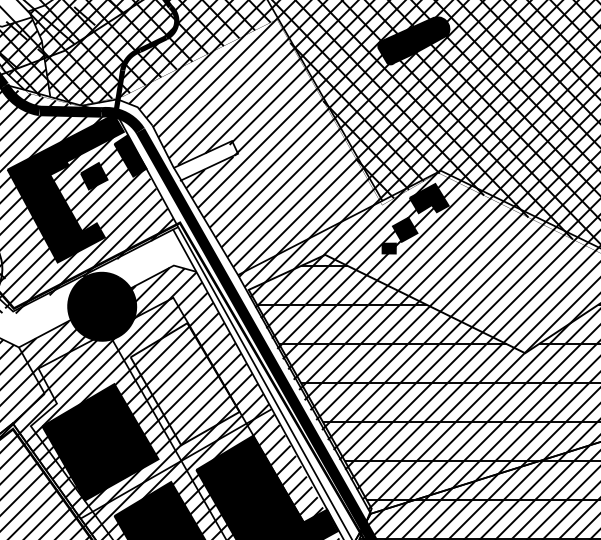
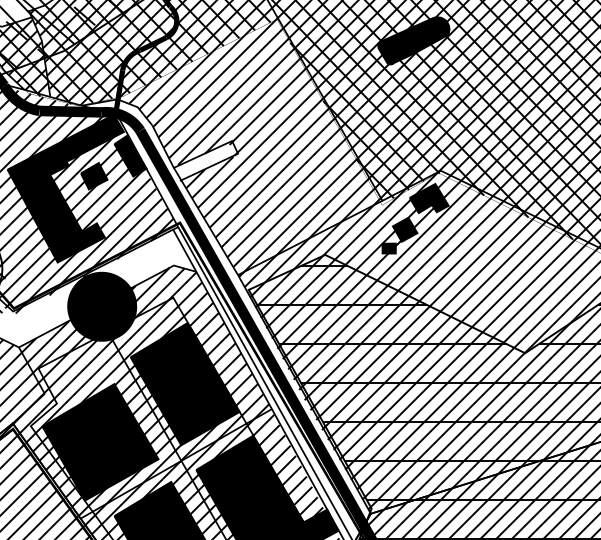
fill at (184, 384): none -> present
